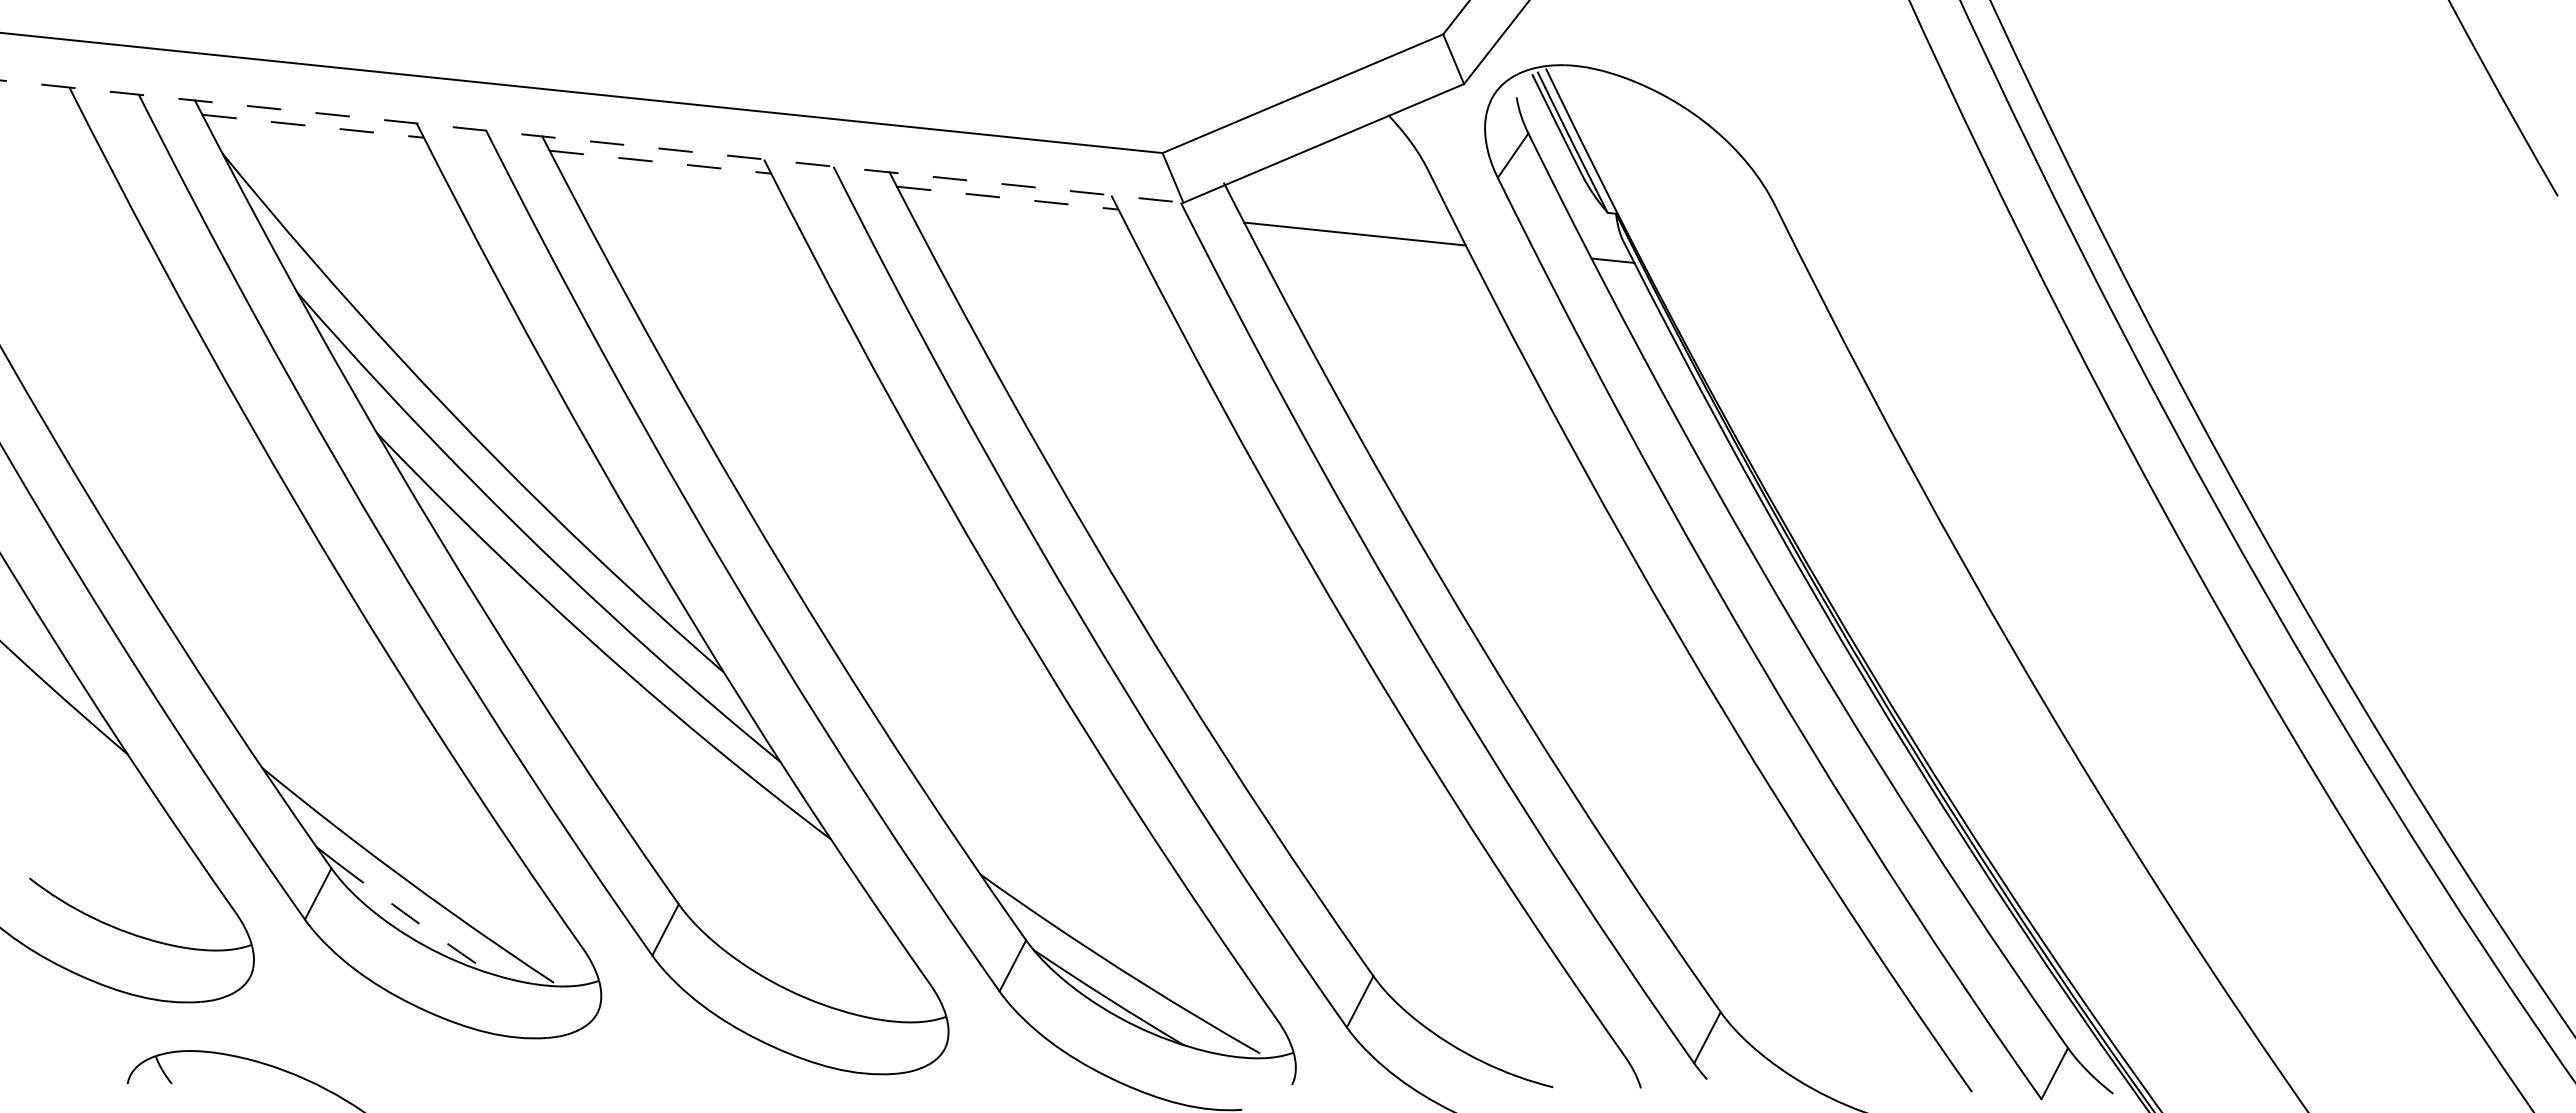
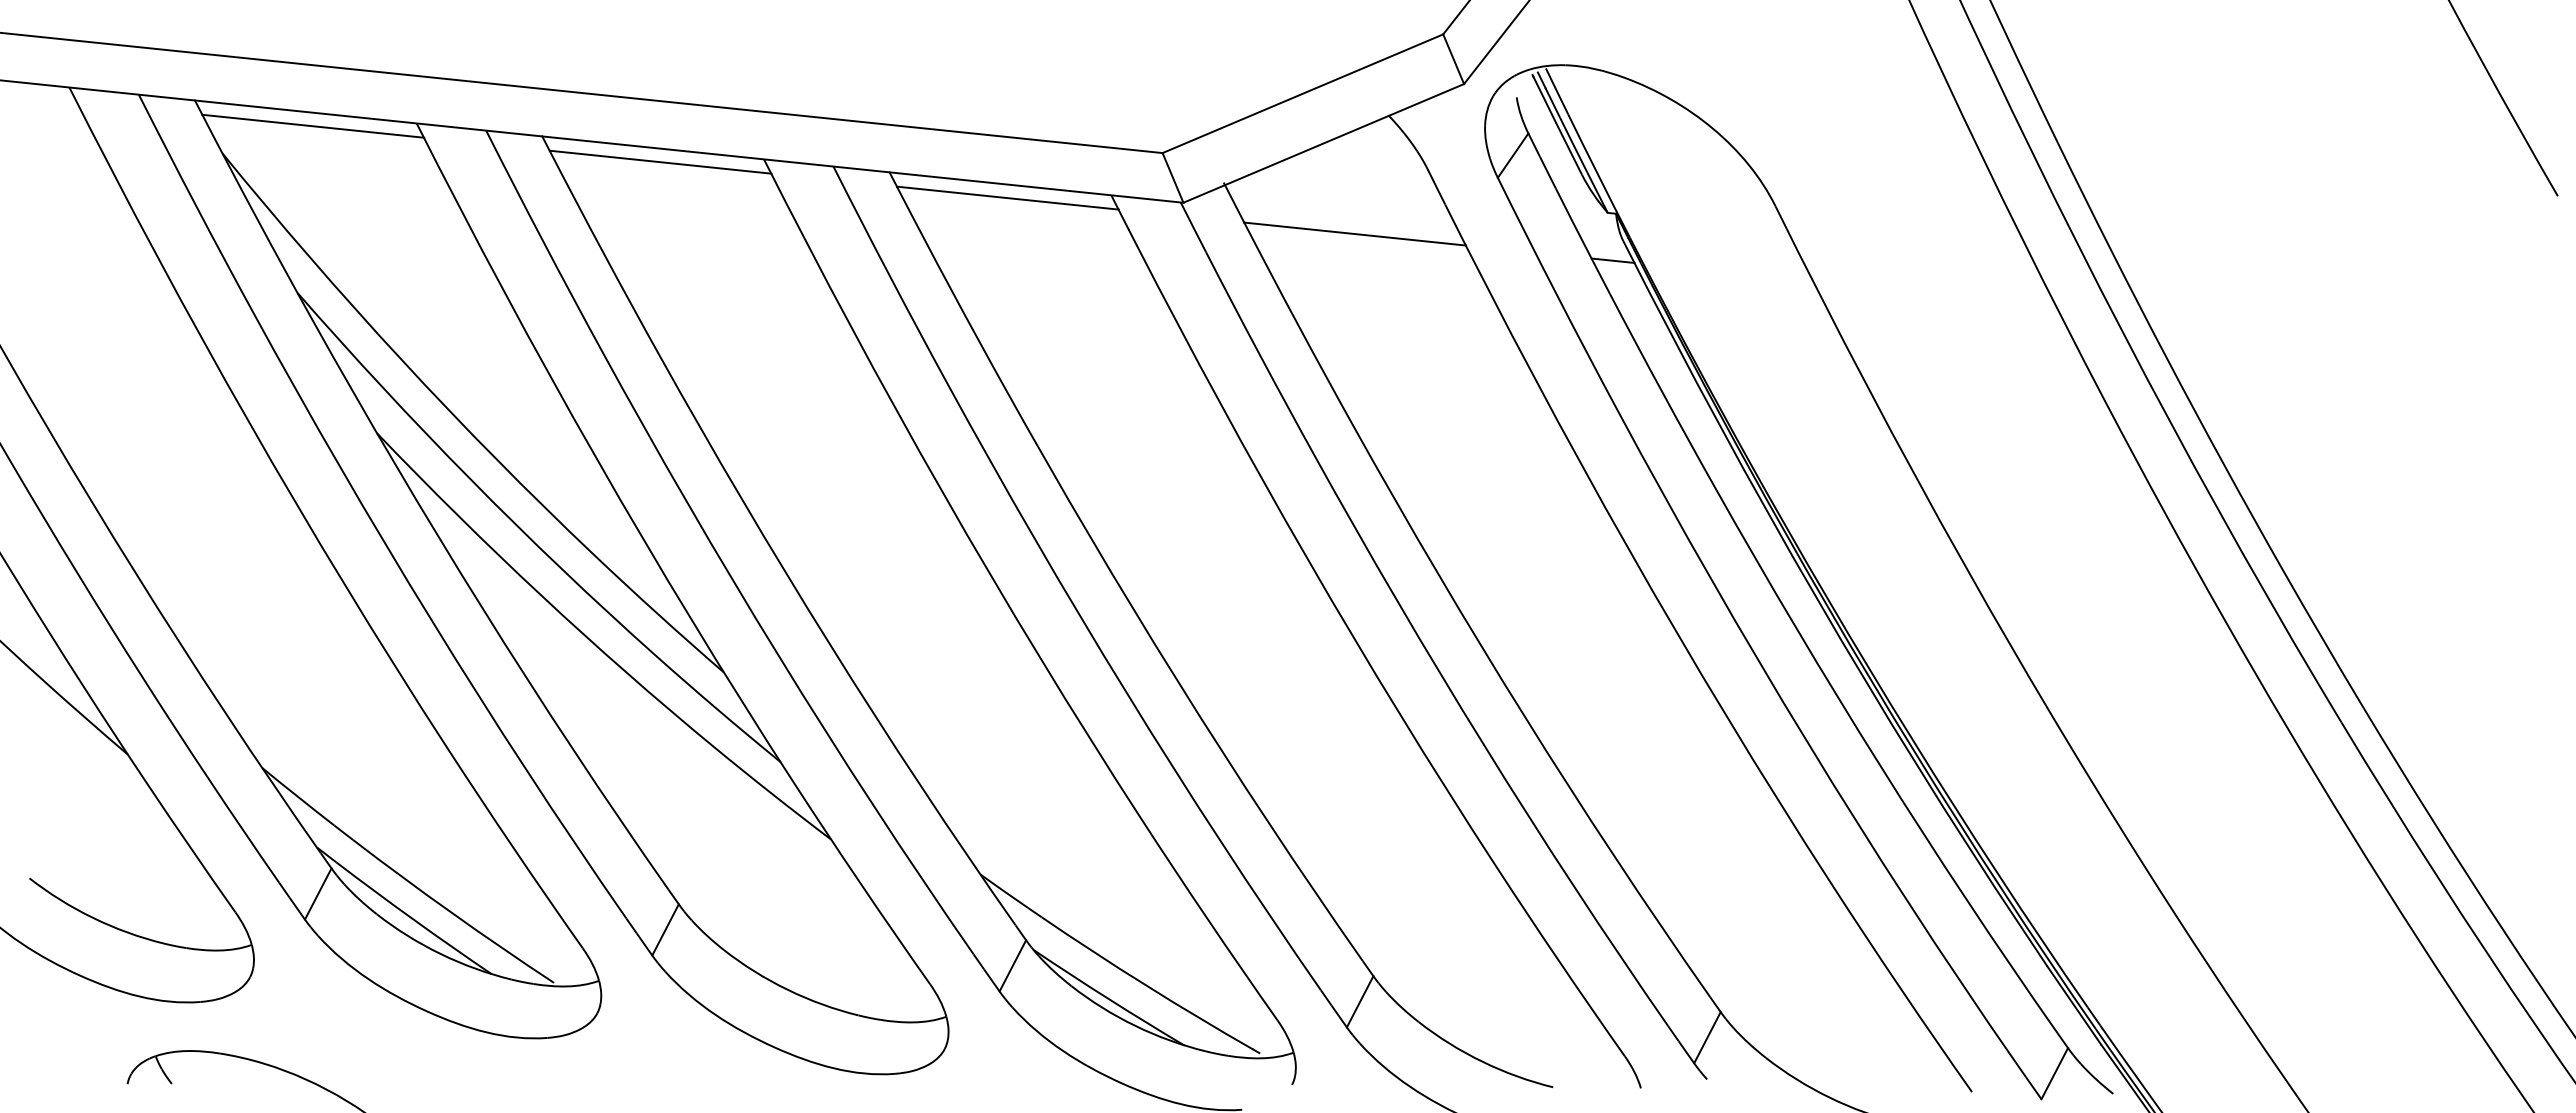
line at (313, 126): dashed -> solid
line at (592, 141): dashed -> solid
line at (661, 162): dashed -> solid
line at (1008, 198): dashed -> solid
arc at (413, 919): dashed -> solid
